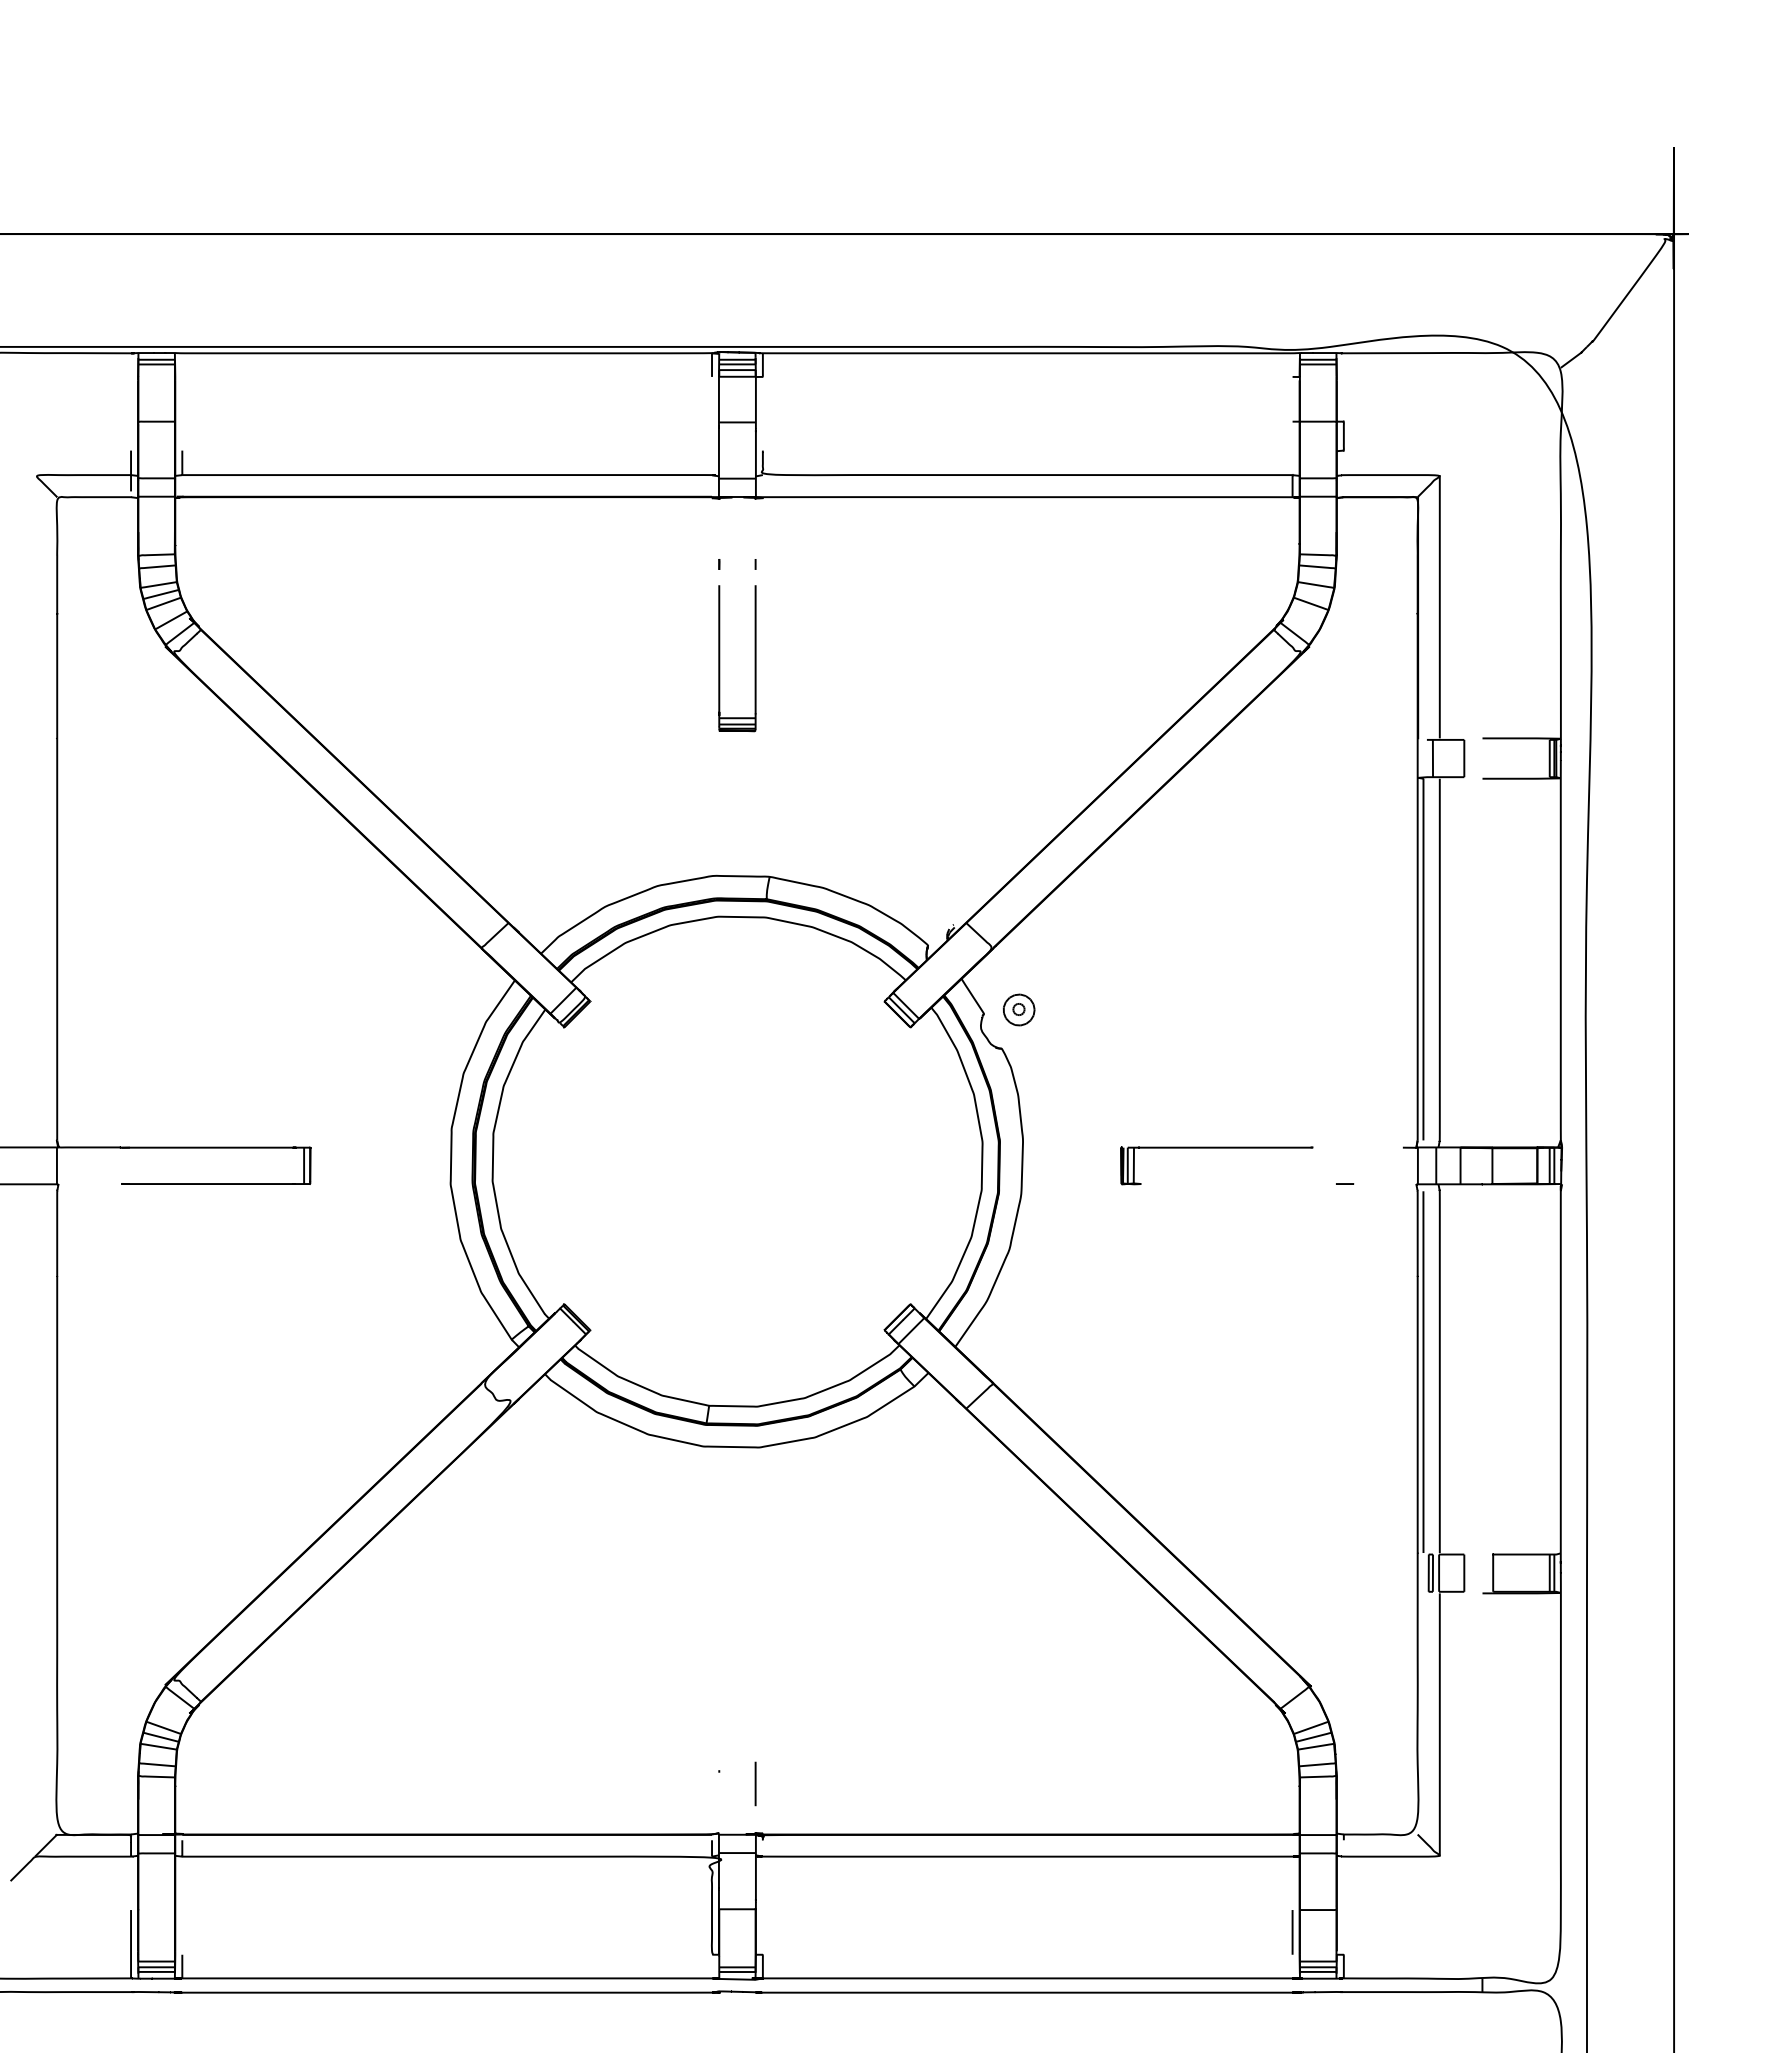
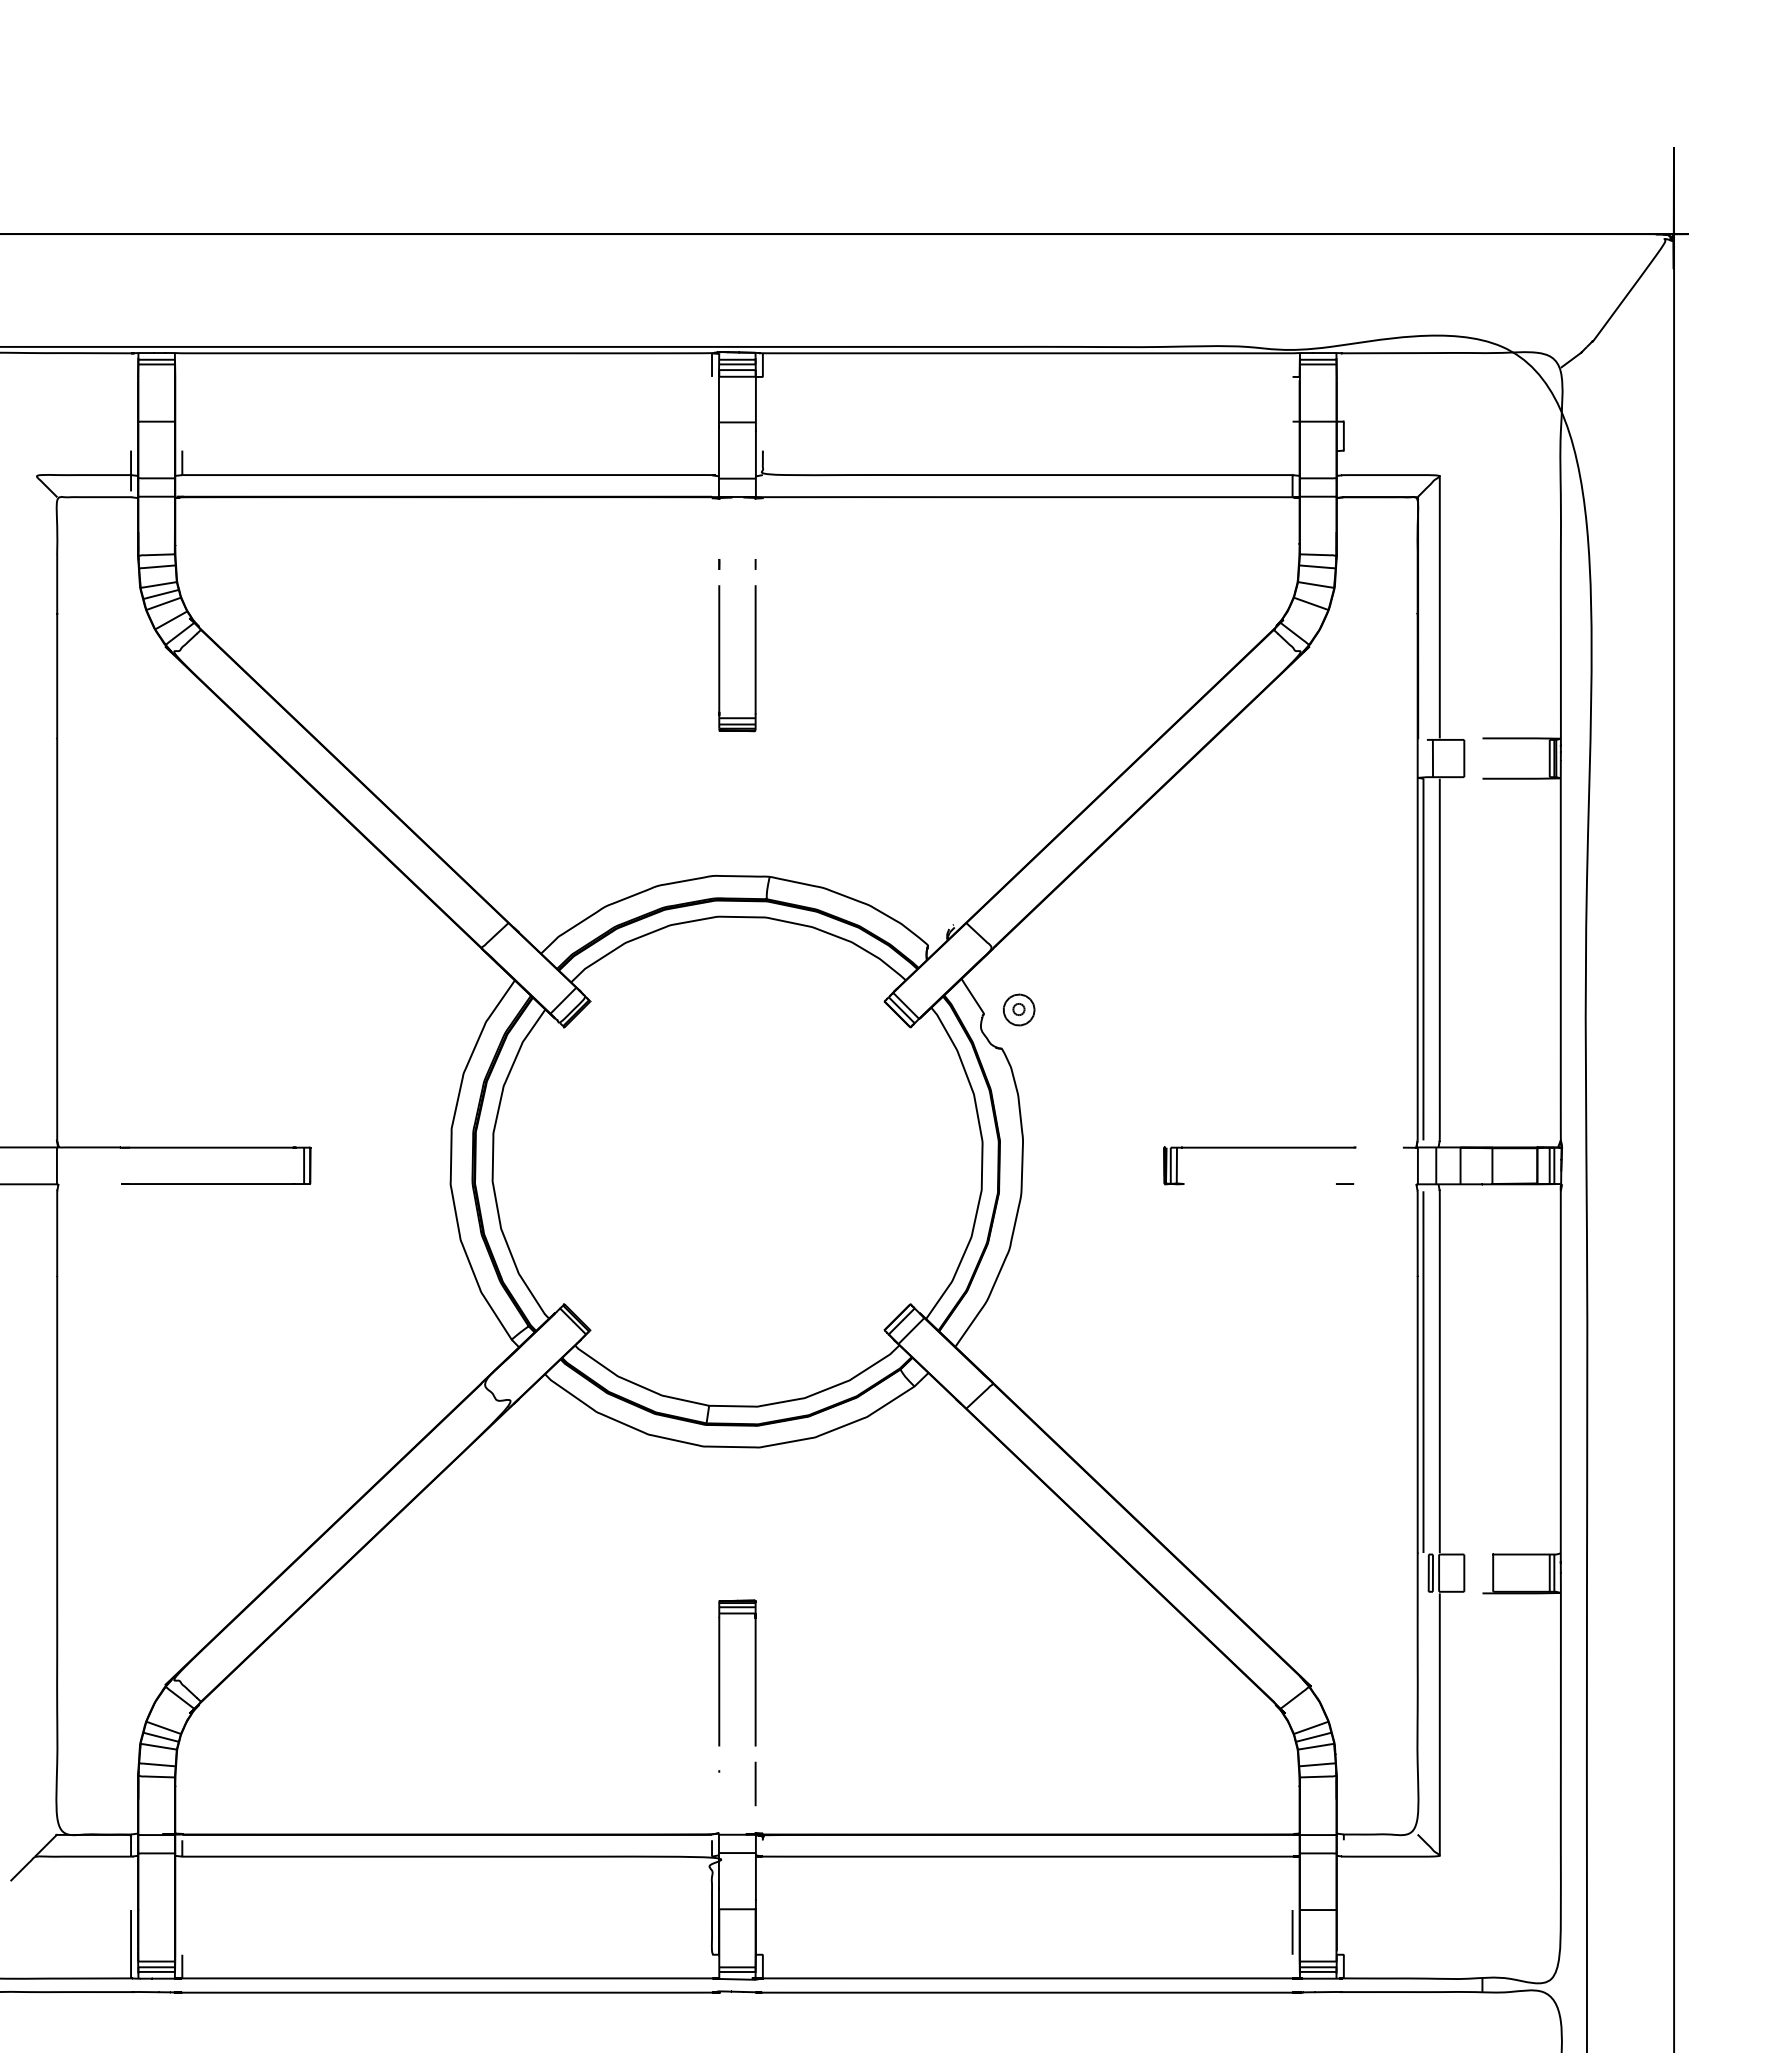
part at (1216, 1148) position: (1216, 1148) -> (1259, 1148)
part at (720, 1672): none -> present
